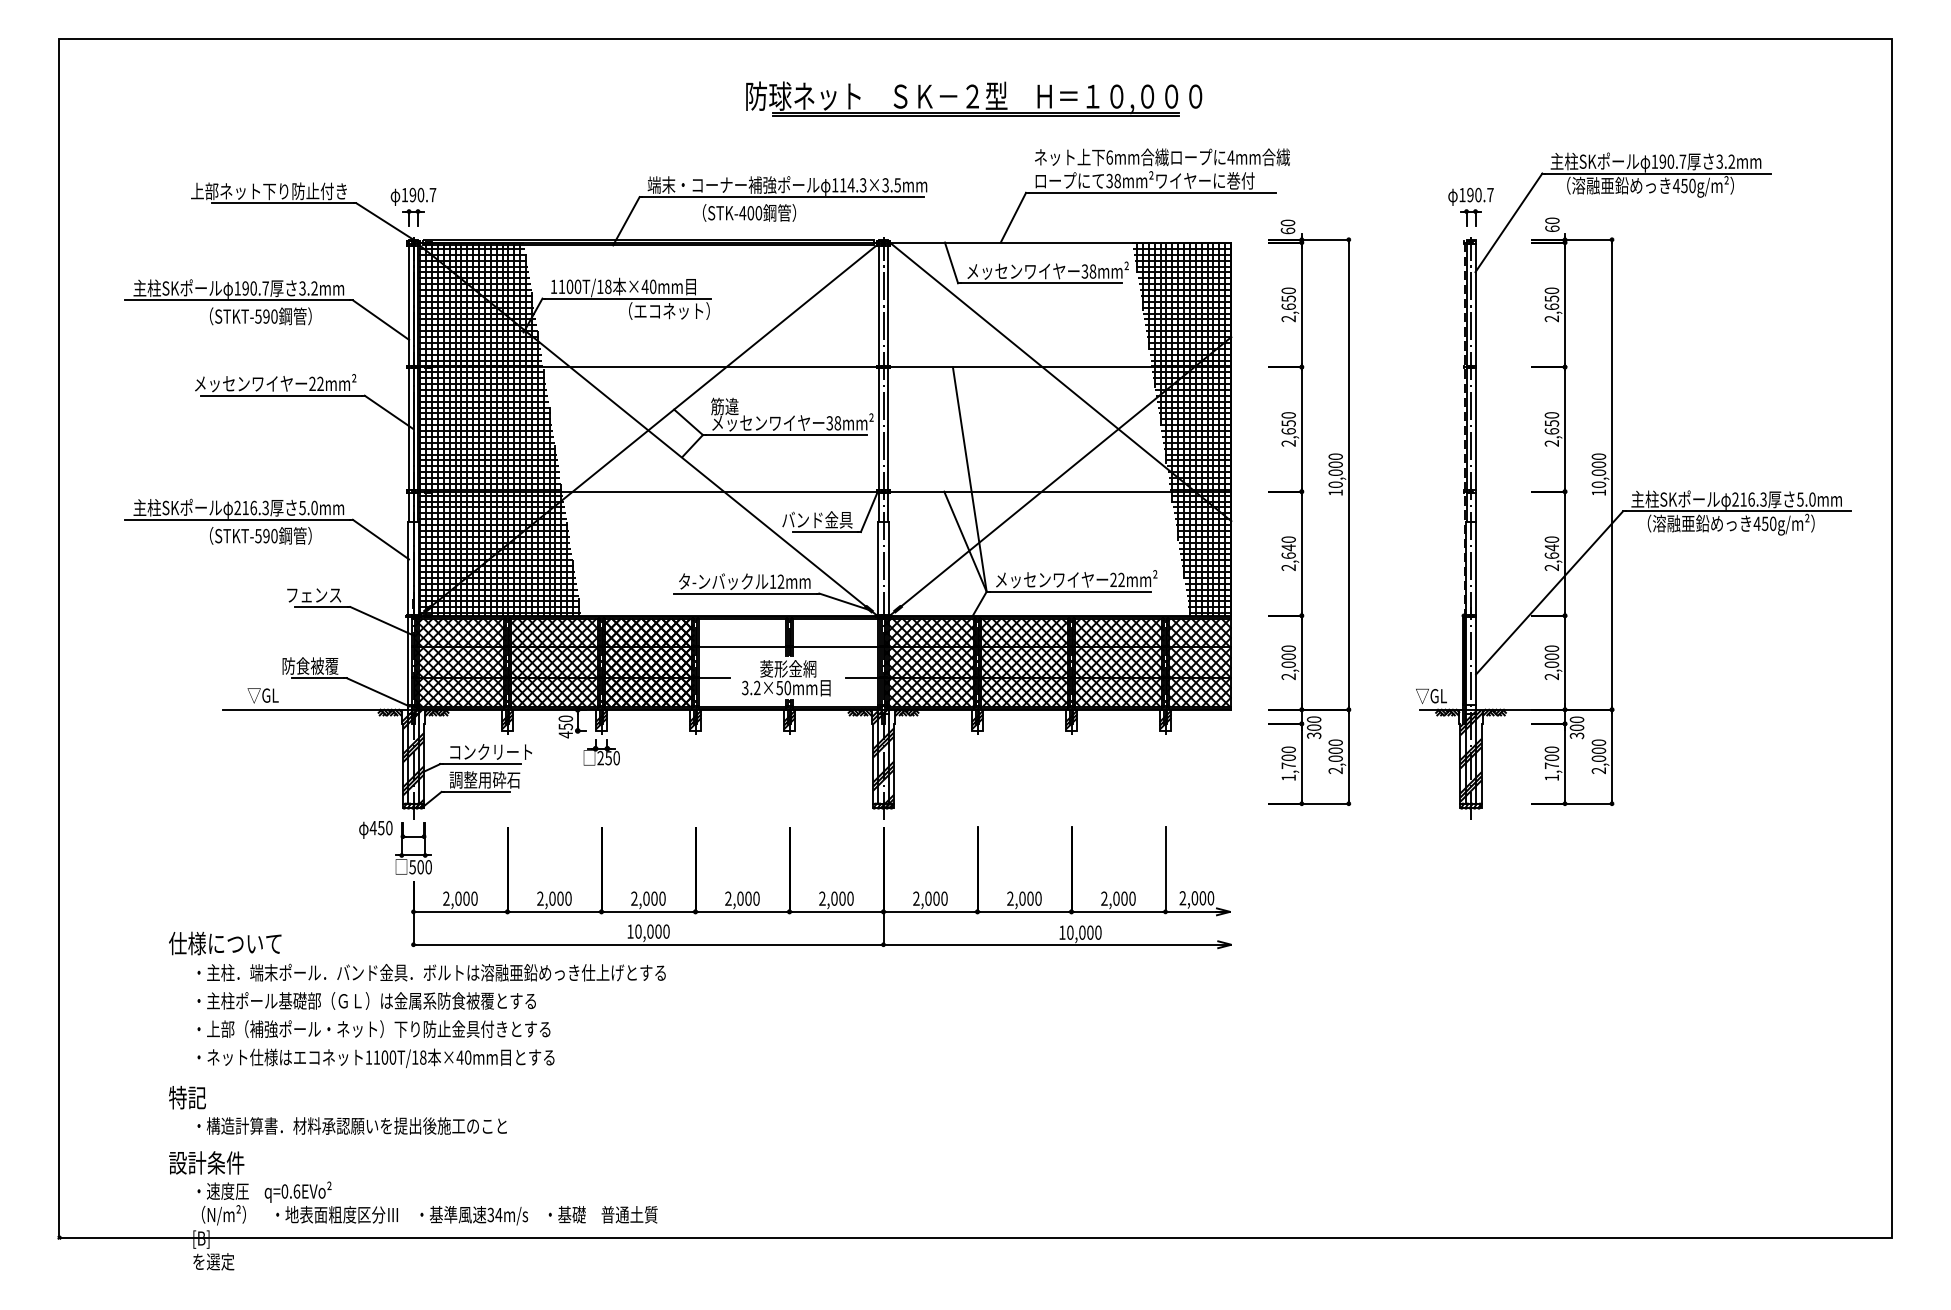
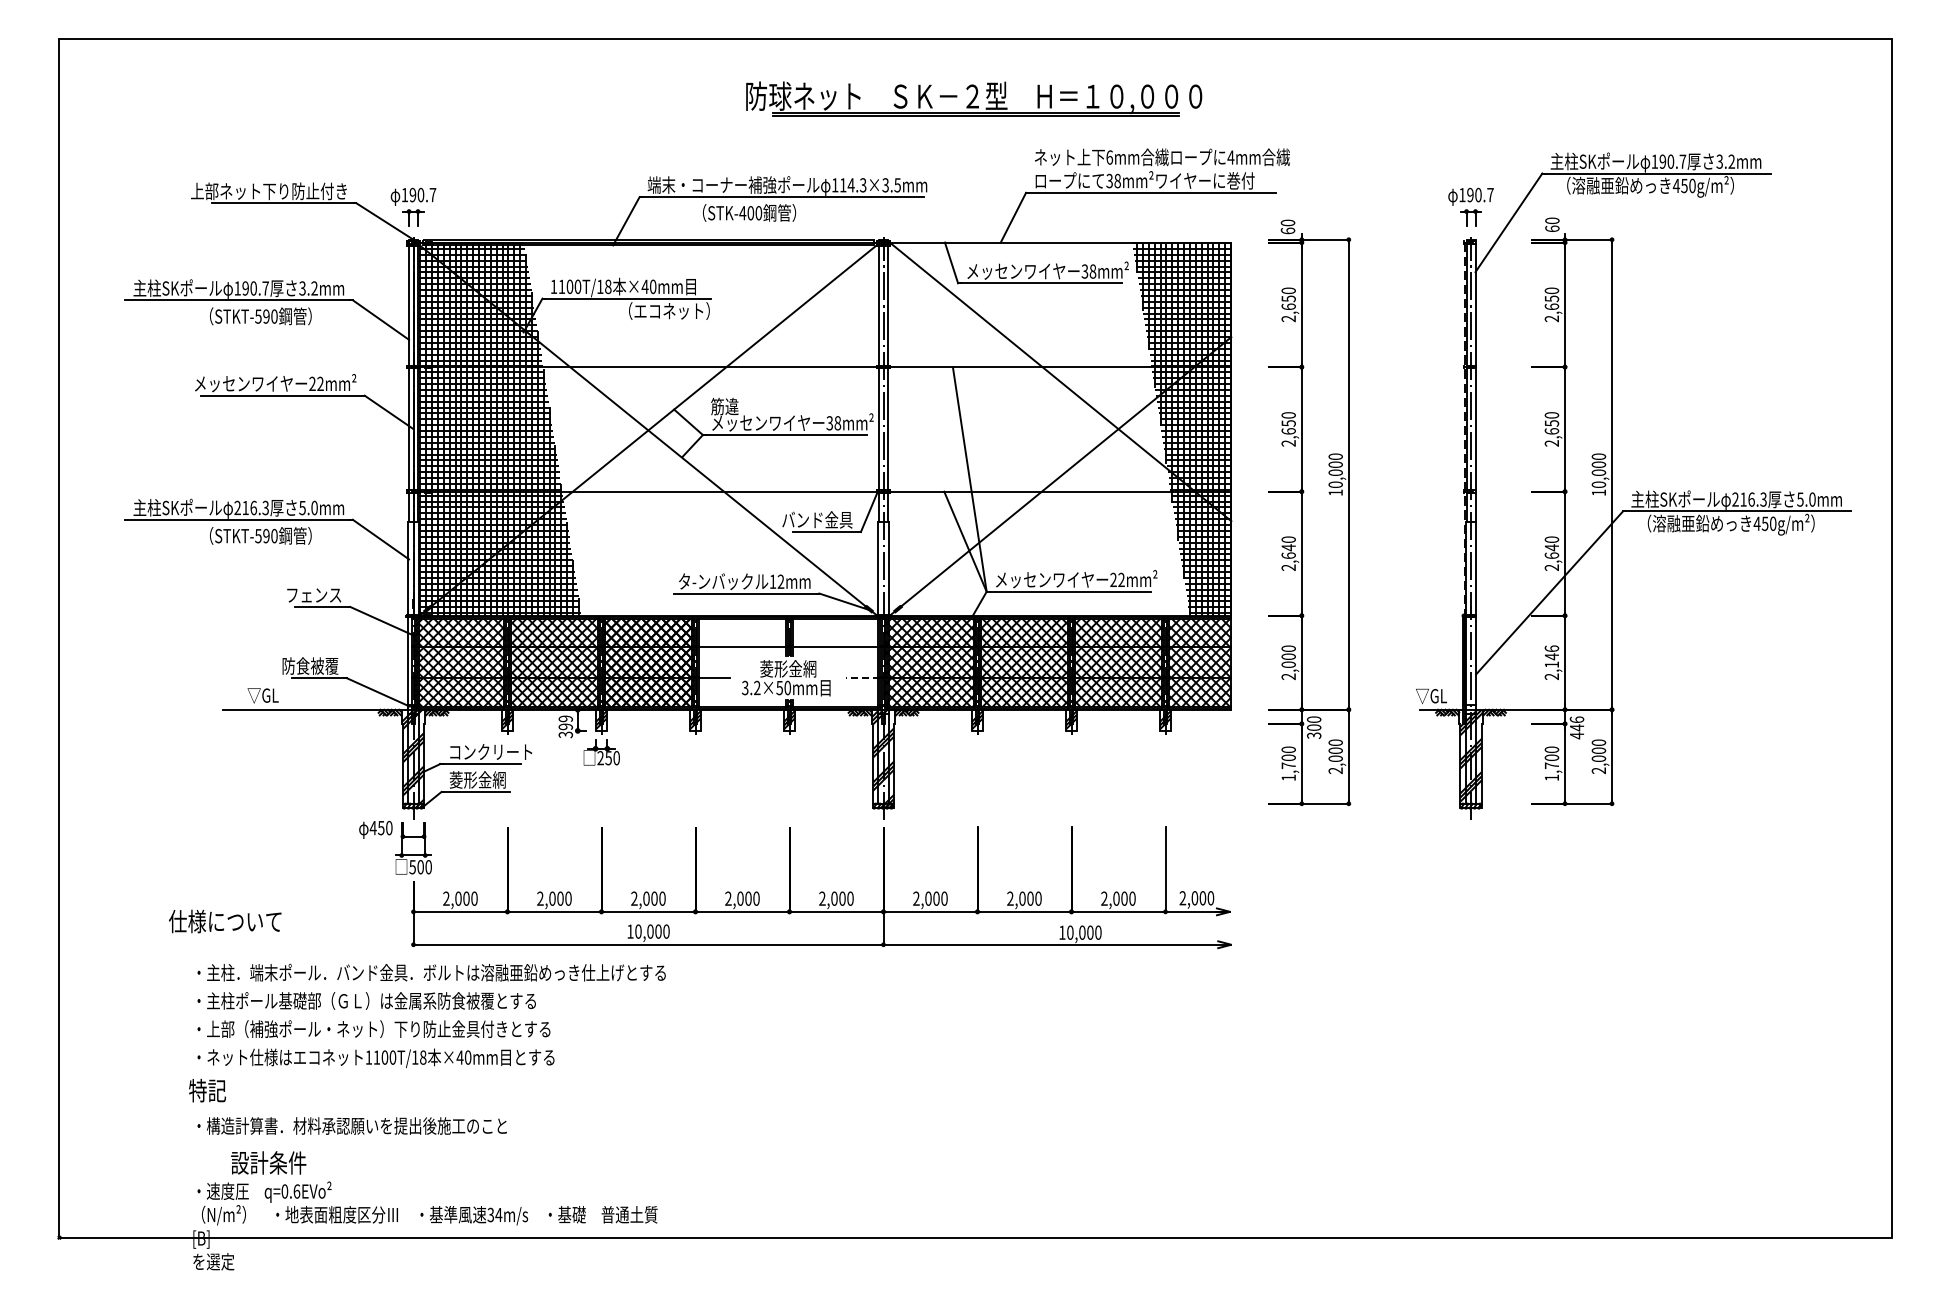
text at (1551, 656): 2,000 -> 2,146
line at (862, 677): solid -> dashed
text at (565, 726): 450 -> 399
text at (1576, 727): 300 -> 446
text at (484, 779): 調整用砕石 -> 菱形金網
text at (225, 943) position: (225, 943) -> (225, 921)
text at (187, 1097) position: (187, 1097) -> (207, 1090)
text at (206, 1162) position: (206, 1162) -> (268, 1162)
